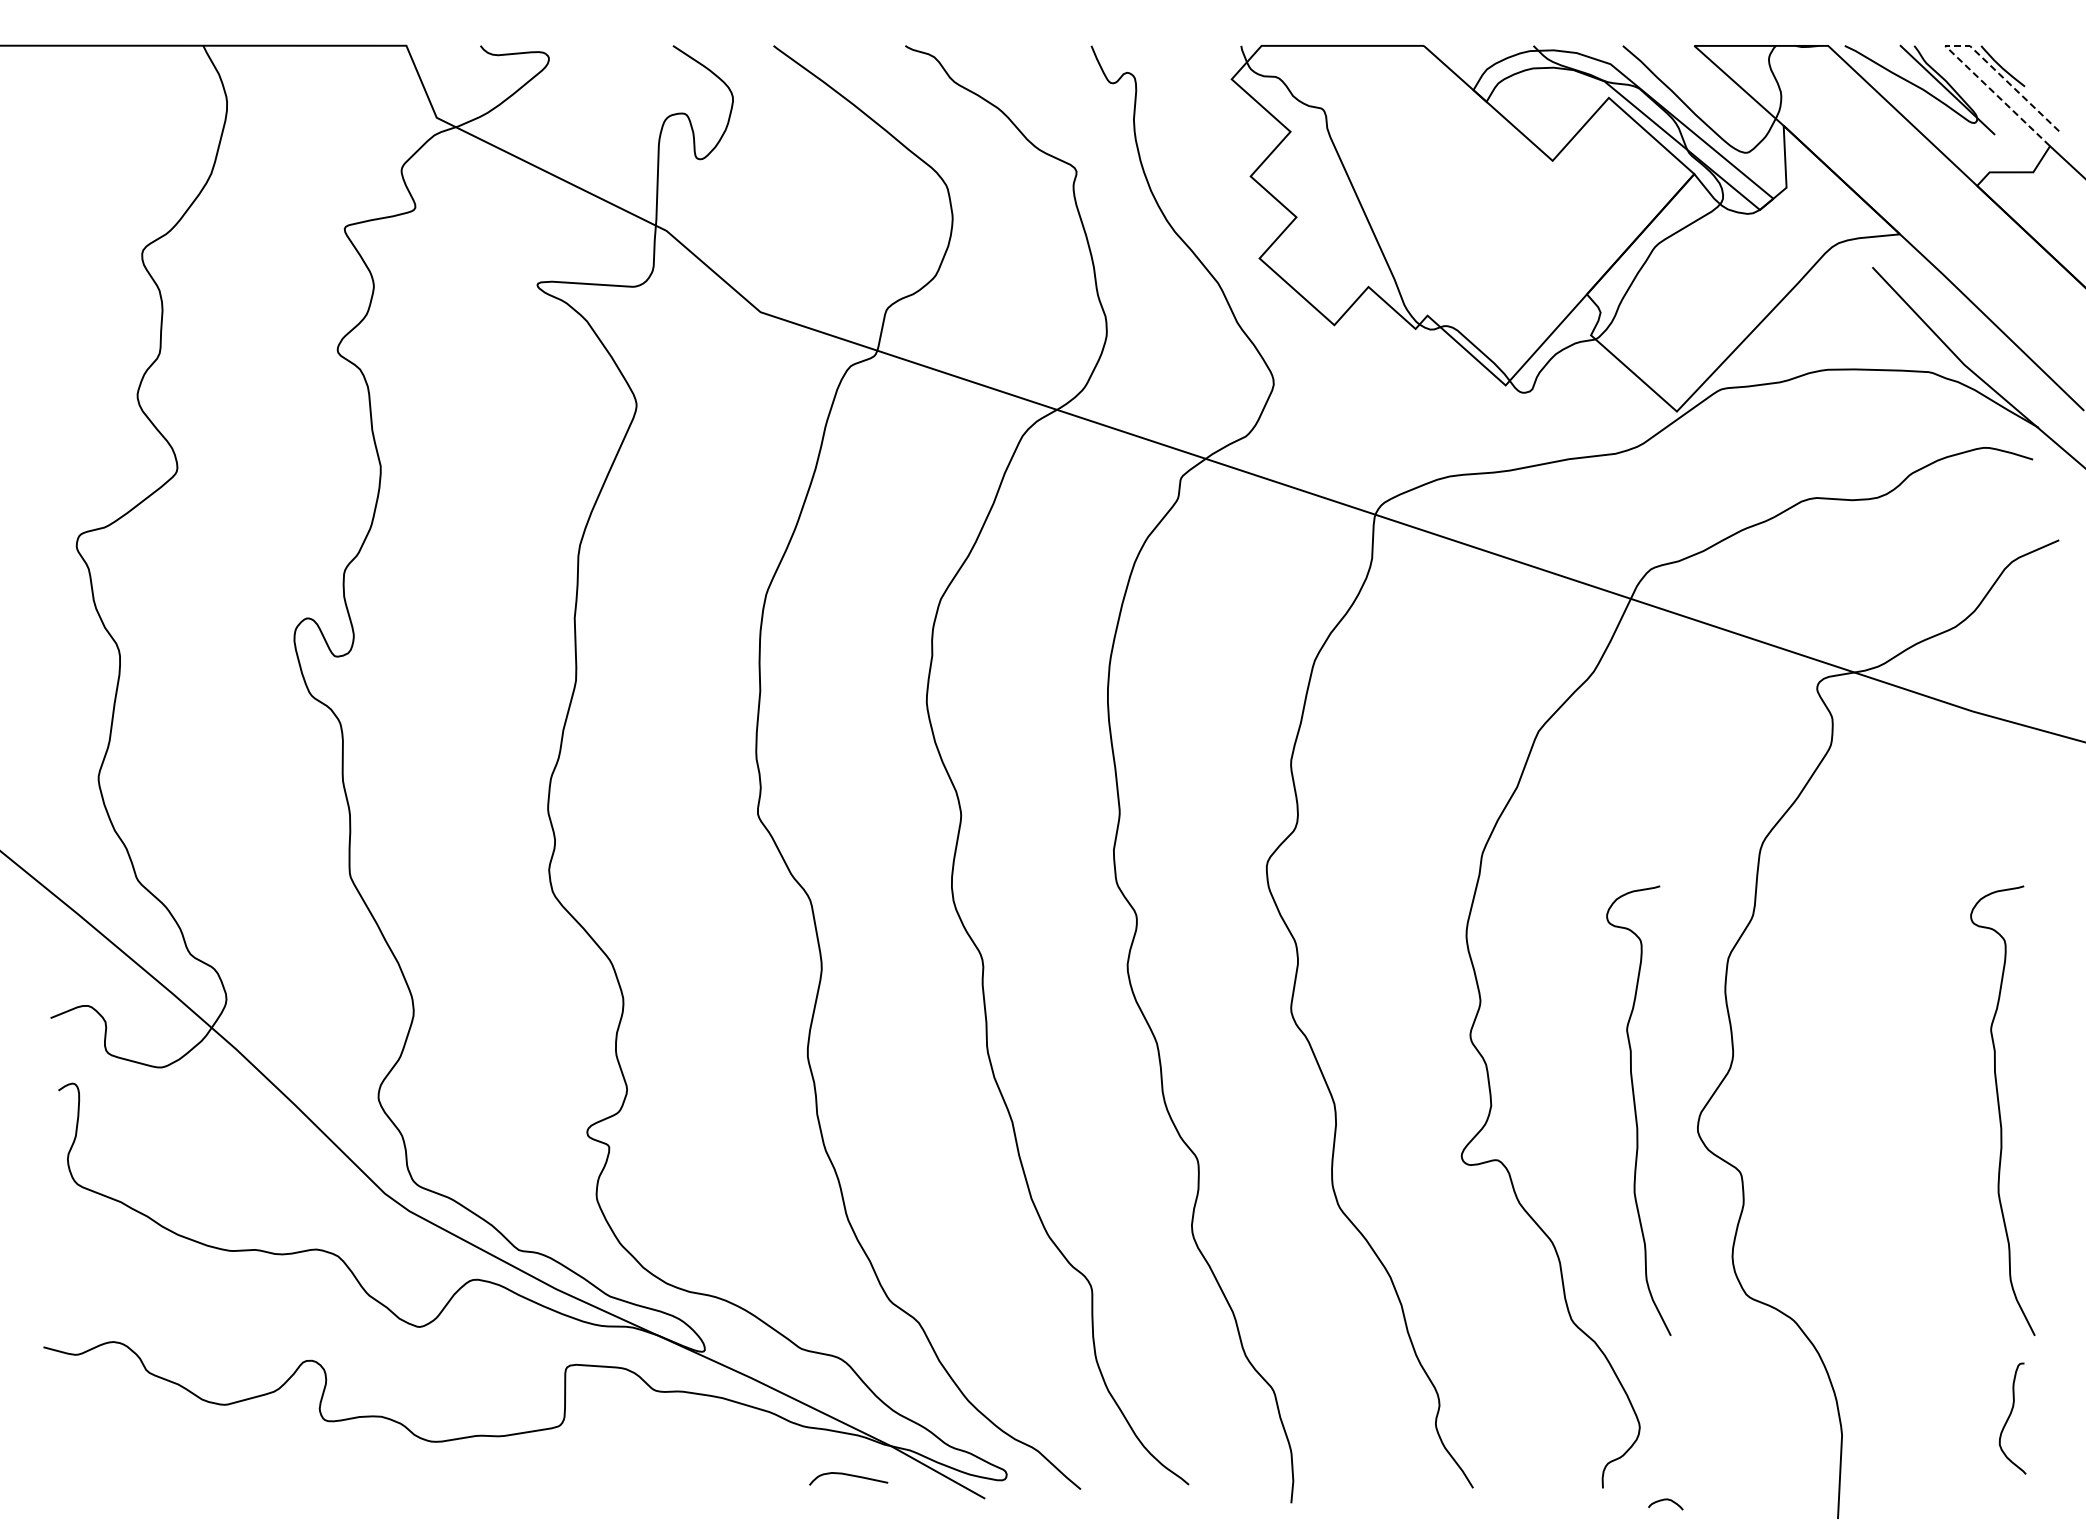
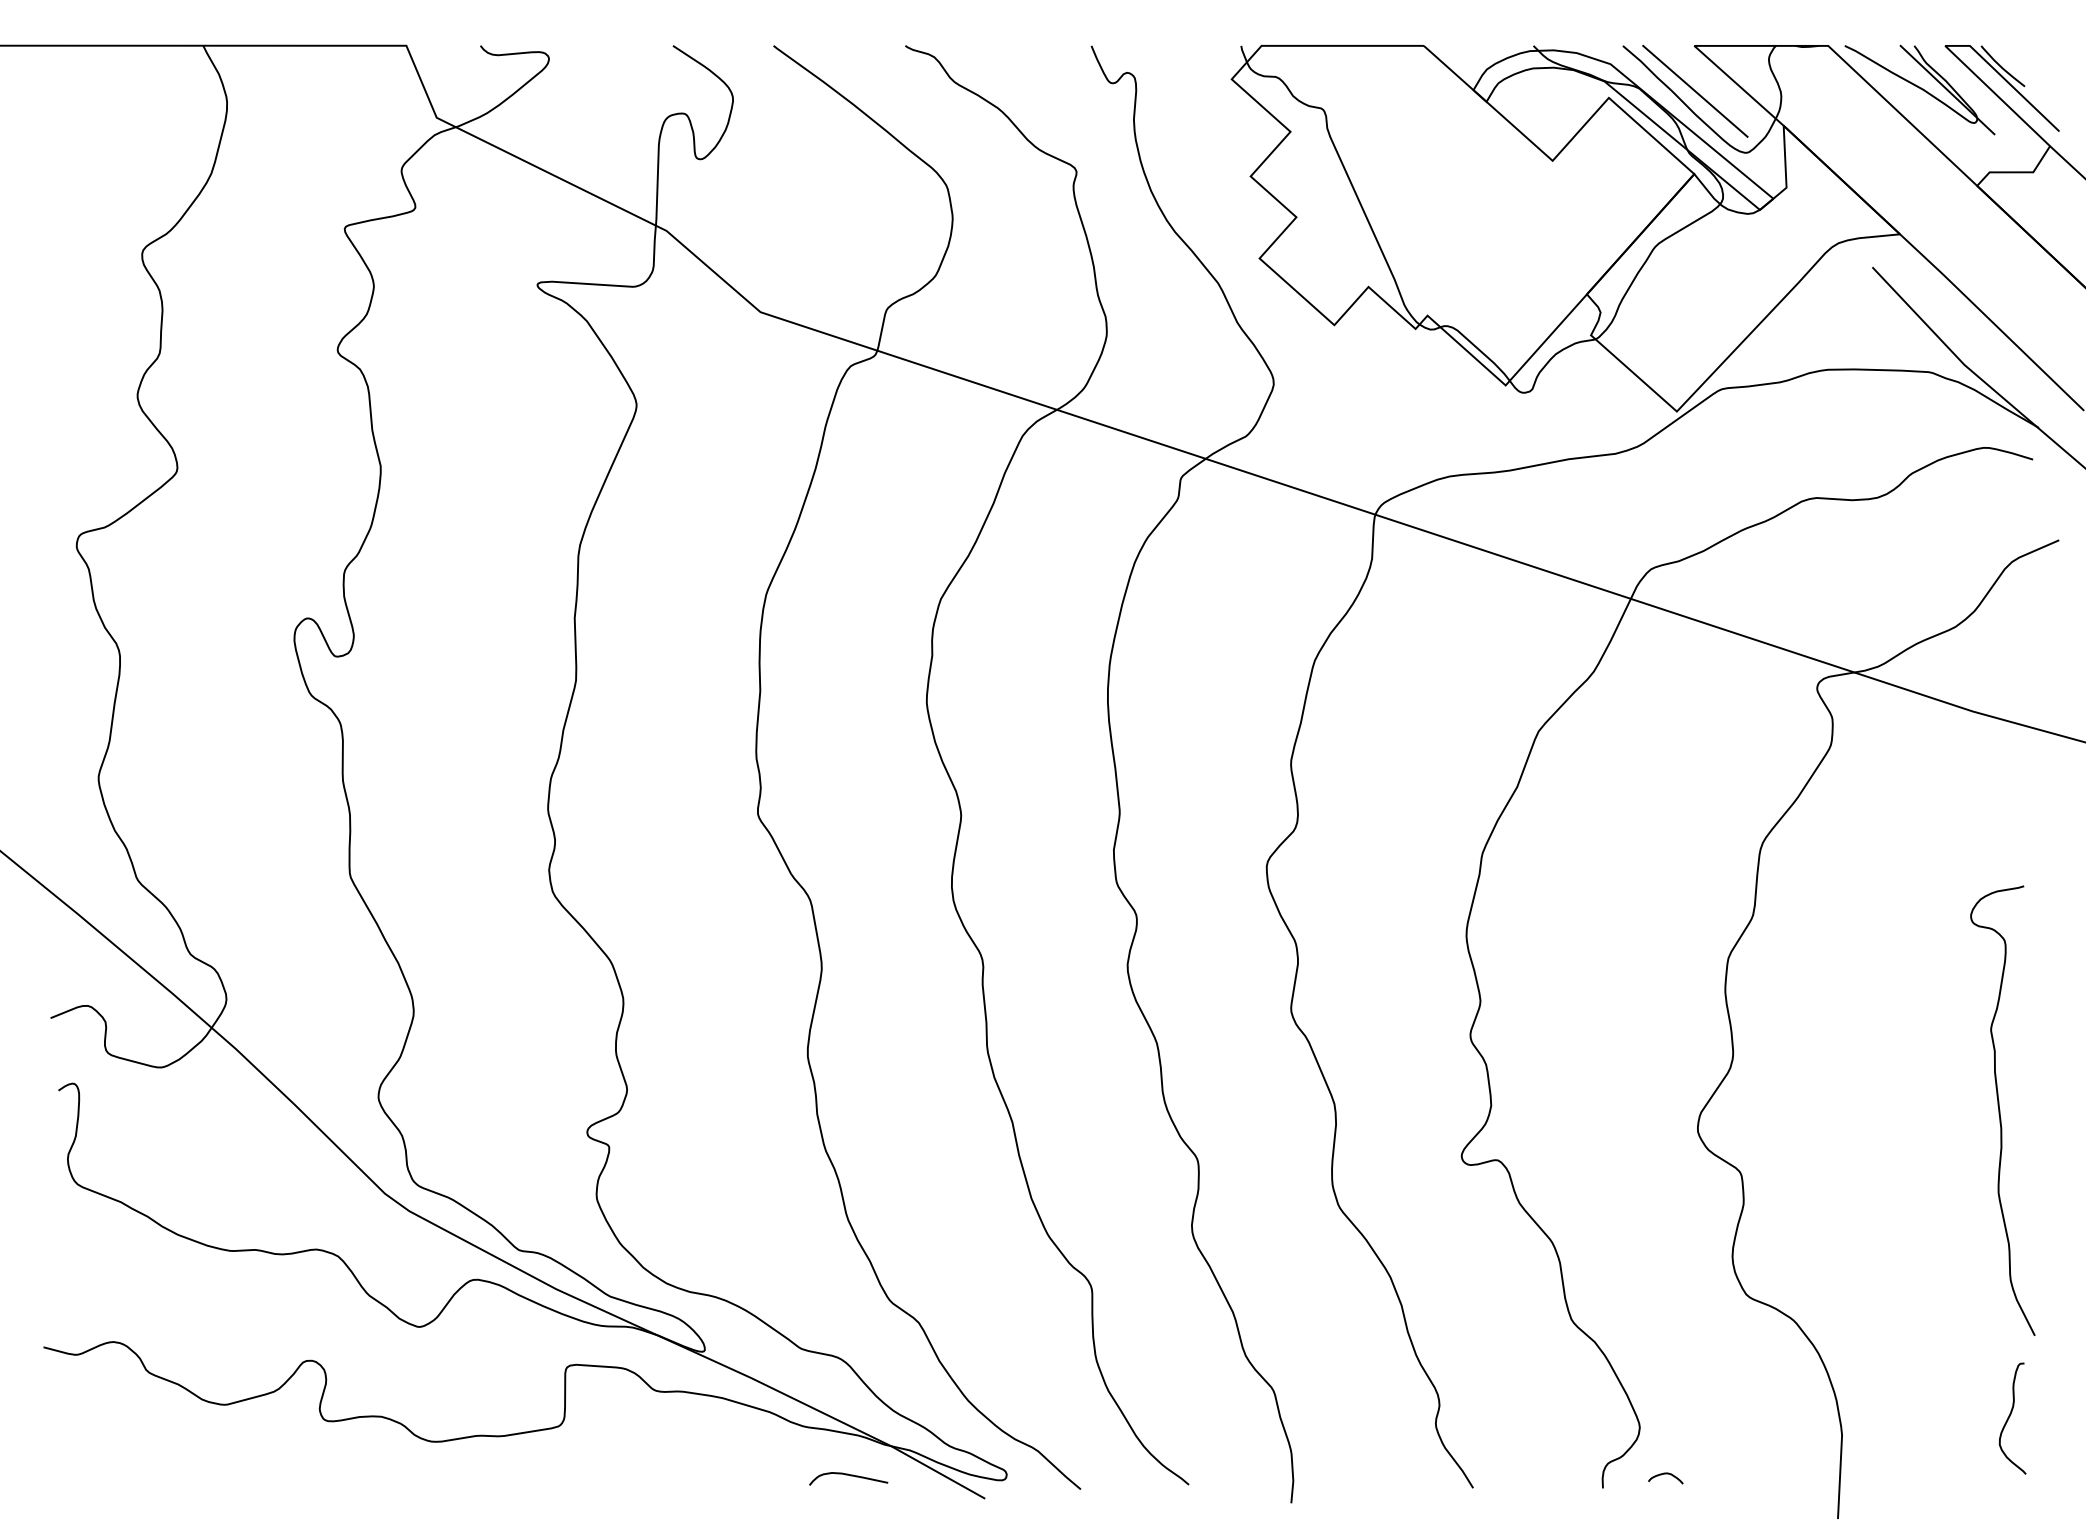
line at (1947, 45): dashed -> solid
line at (1695, 90): none -> present
curve at (1636, 1110): present -> none
curve at (1665, 1500) position: (1665, 1500) -> (1665, 1474)
